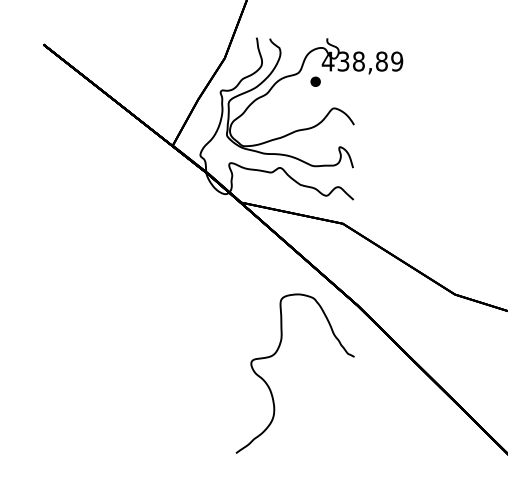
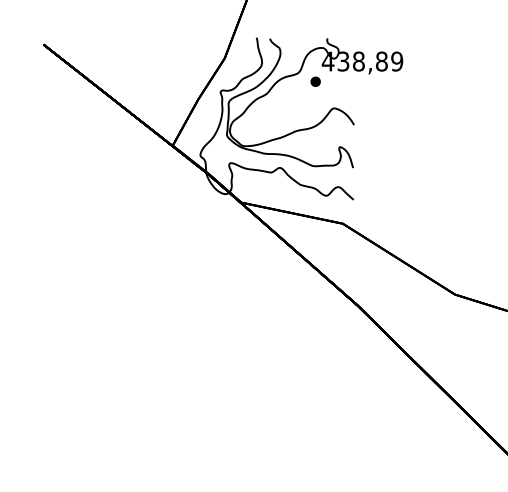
curve at (275, 354): present -> none
